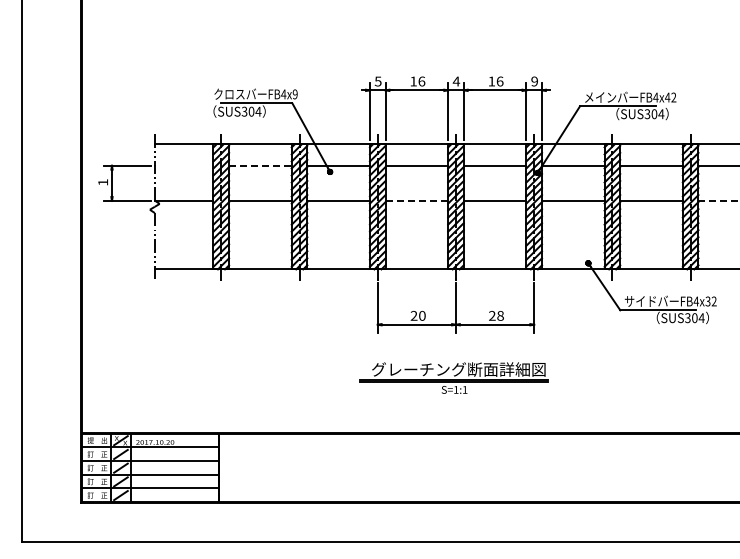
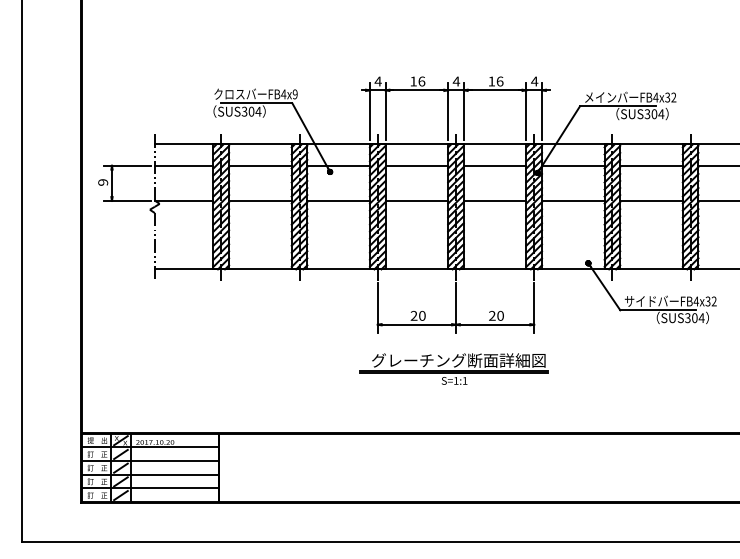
text at (377, 81): 5 -> 4
text at (534, 81): 9 -> 4
text at (667, 97): FB4x42 -> FB4x32
line at (183, 165): none -> present
line at (260, 165): dashed -> solid
text at (103, 182): 1 -> 9
line at (417, 200): dashed -> solid
line at (719, 200): dashed -> solid
text at (500, 315): 28 -> 20
part at (453, 377) position: (453, 377) -> (453, 368)
